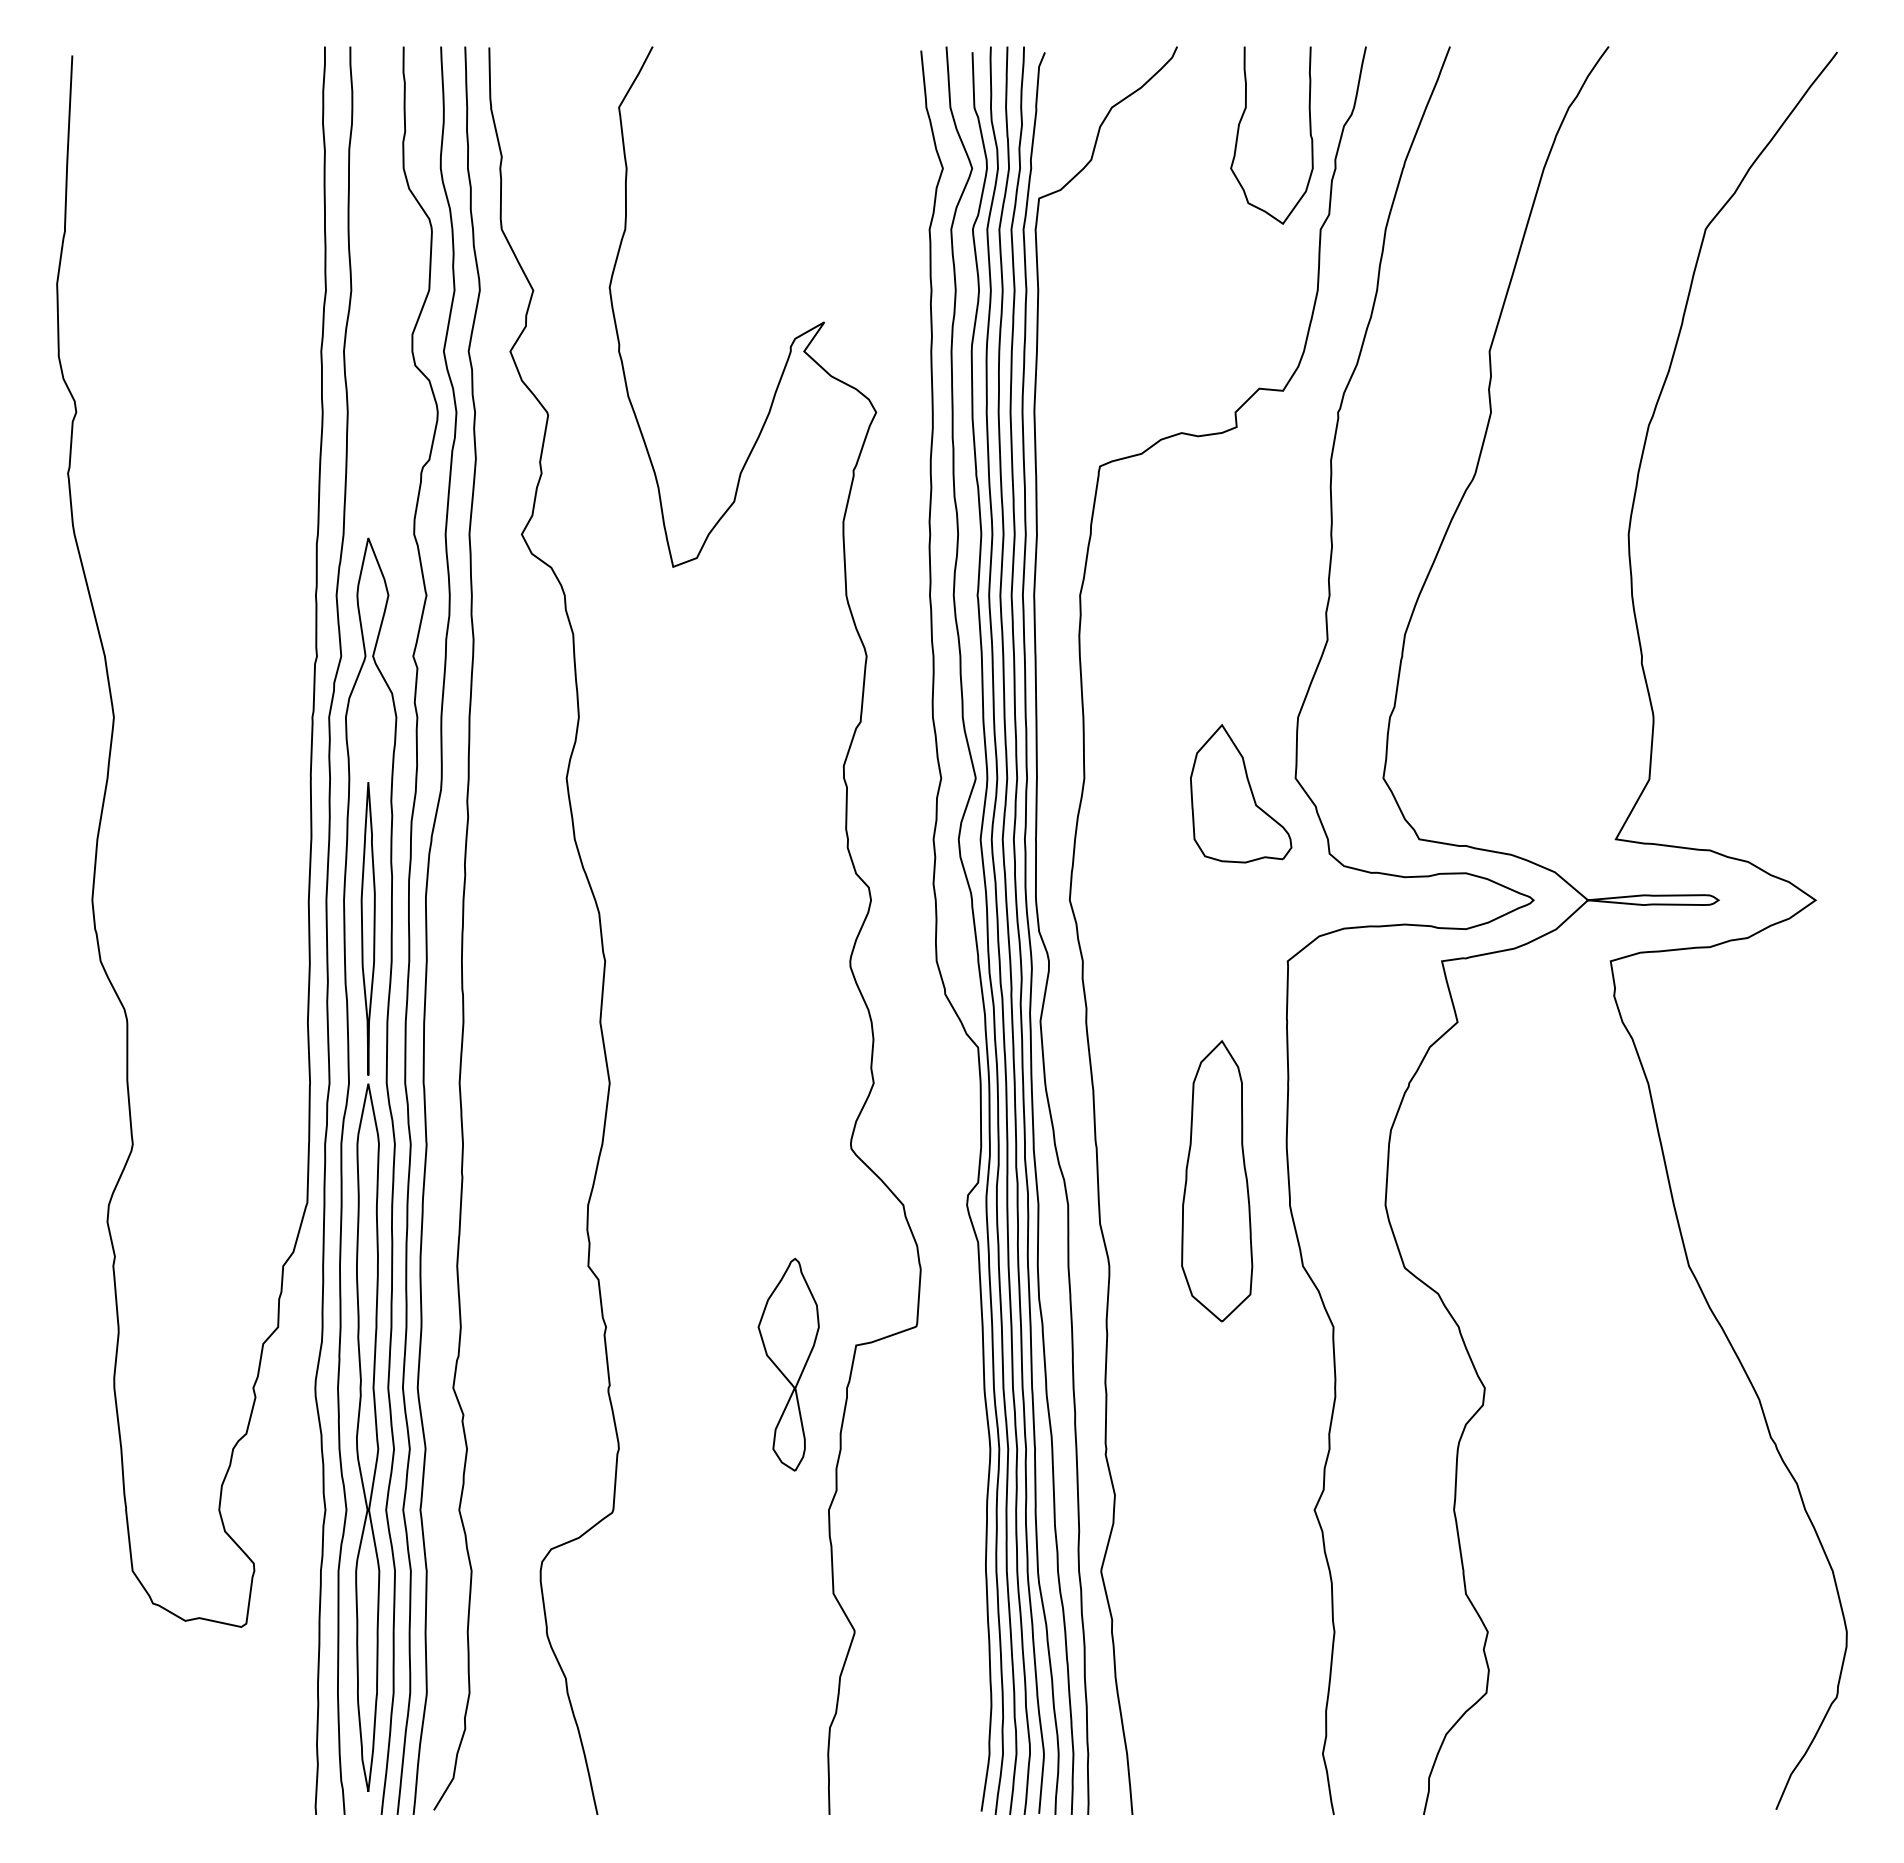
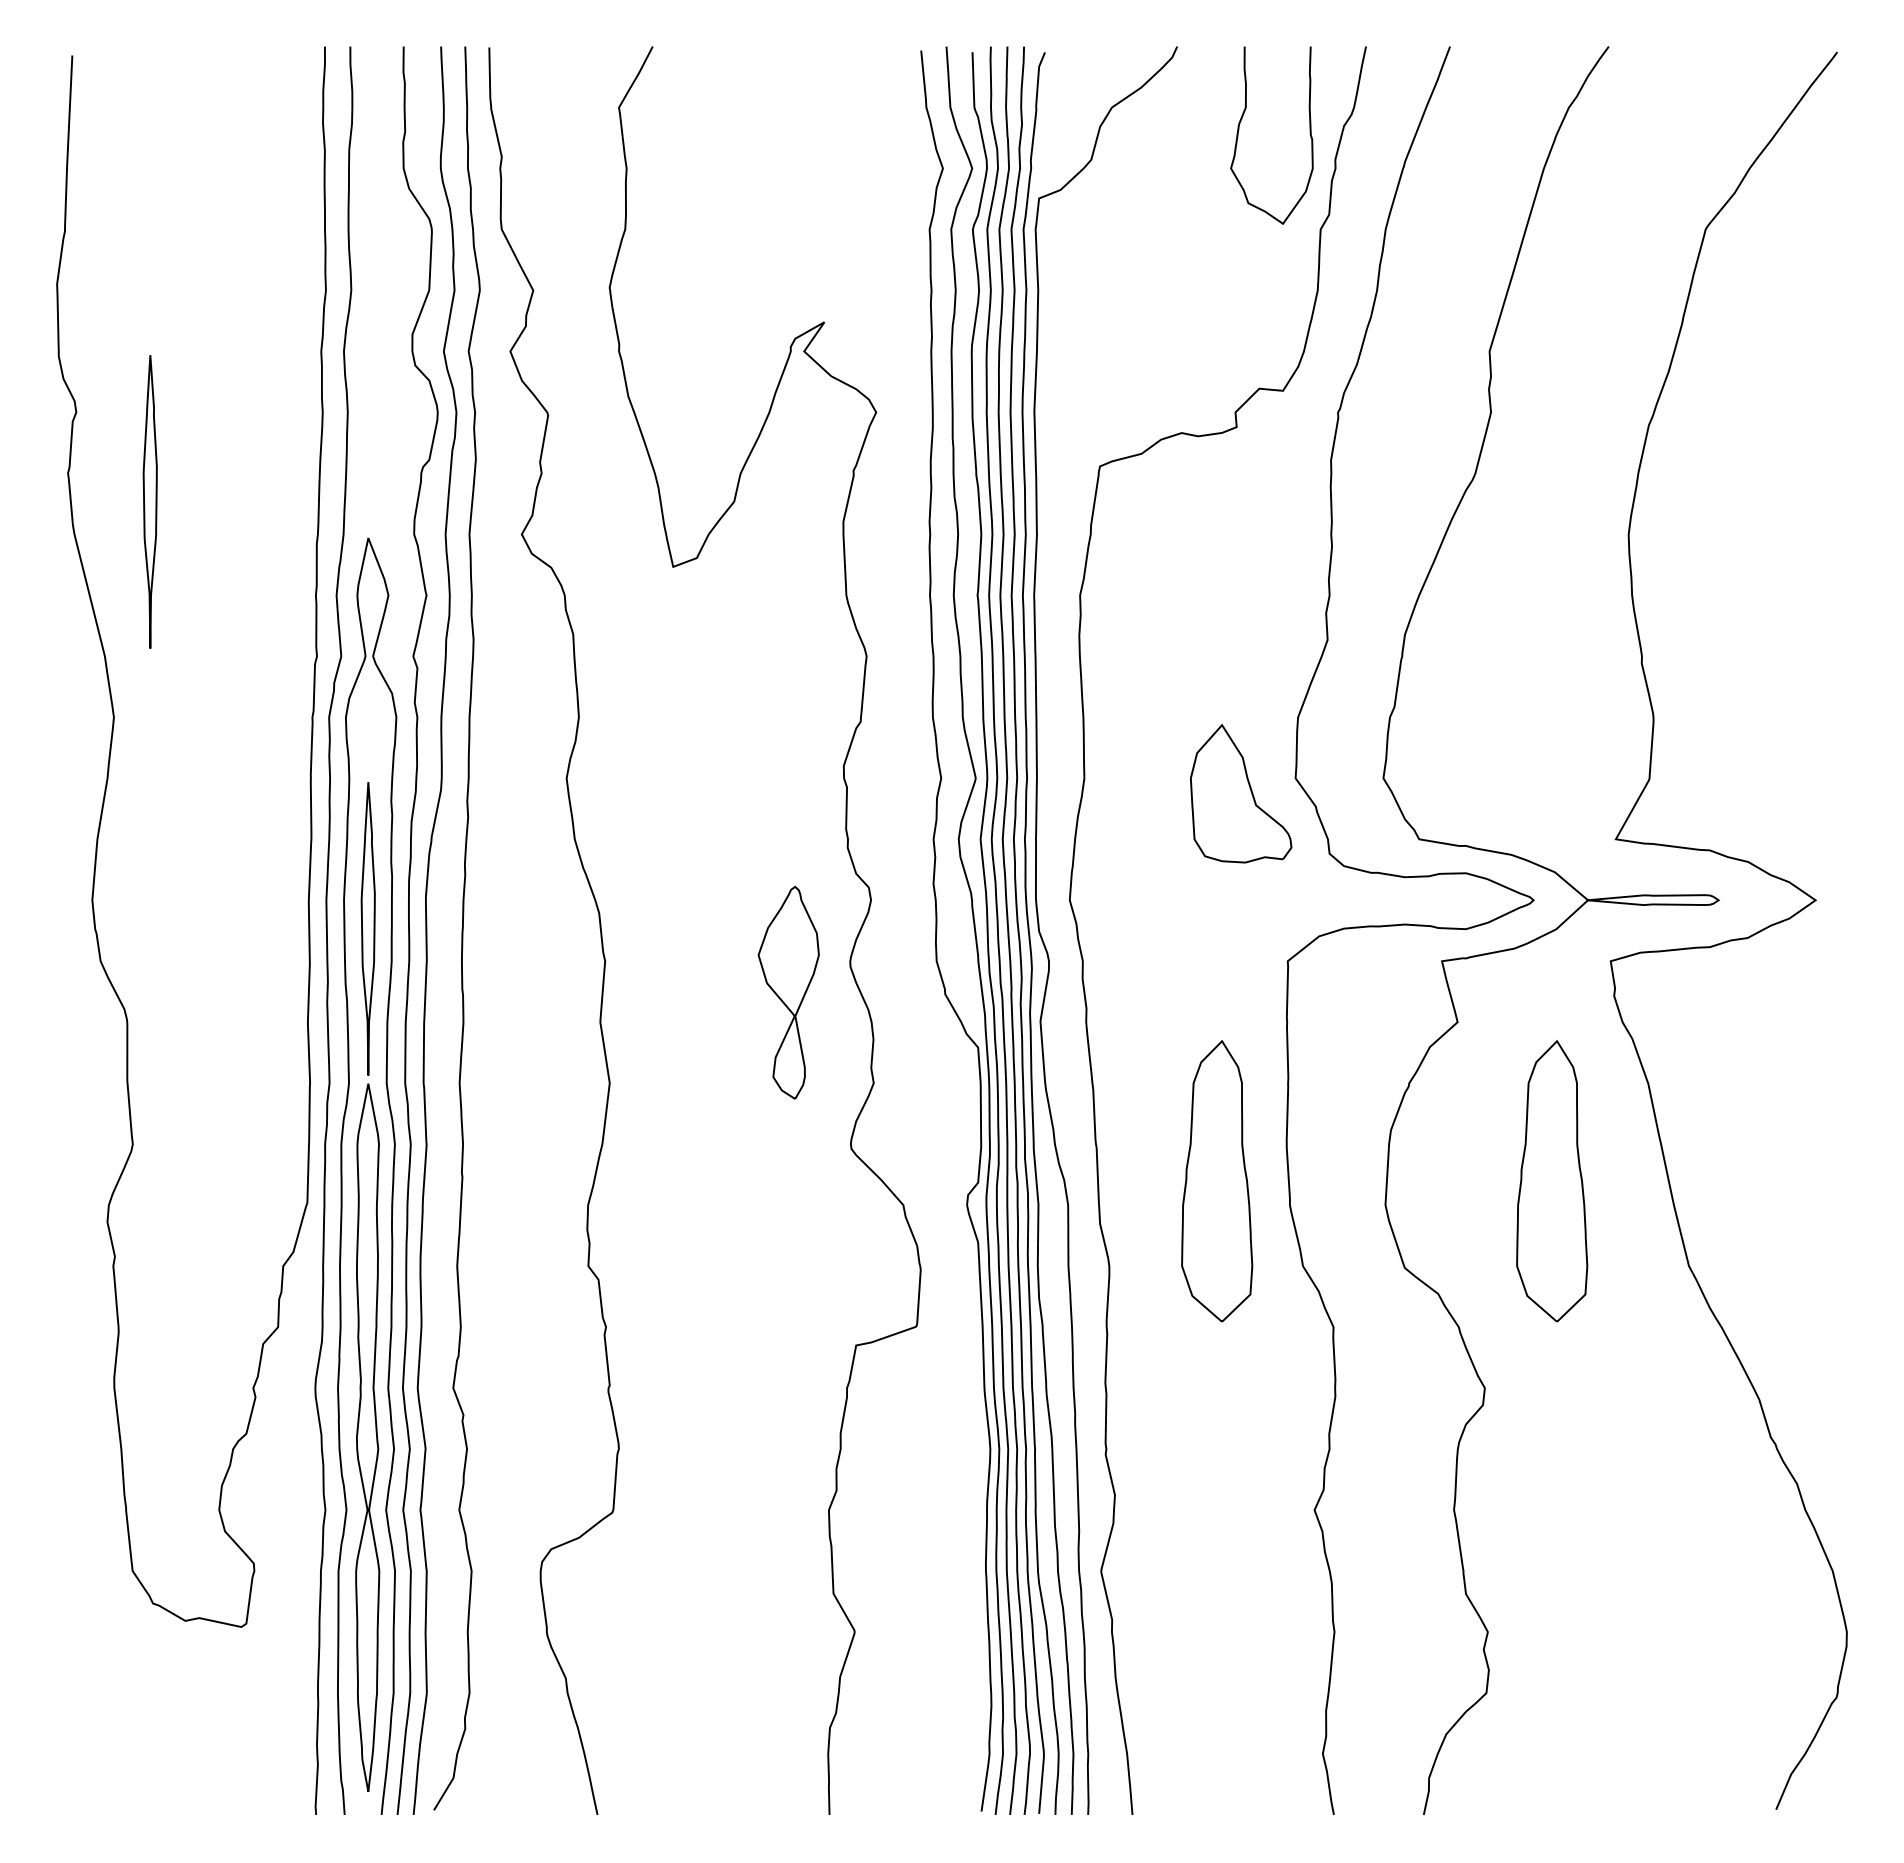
part at (149, 501): none -> present
part at (1552, 1181): none -> present
part at (788, 1364) position: (788, 1364) -> (788, 992)
